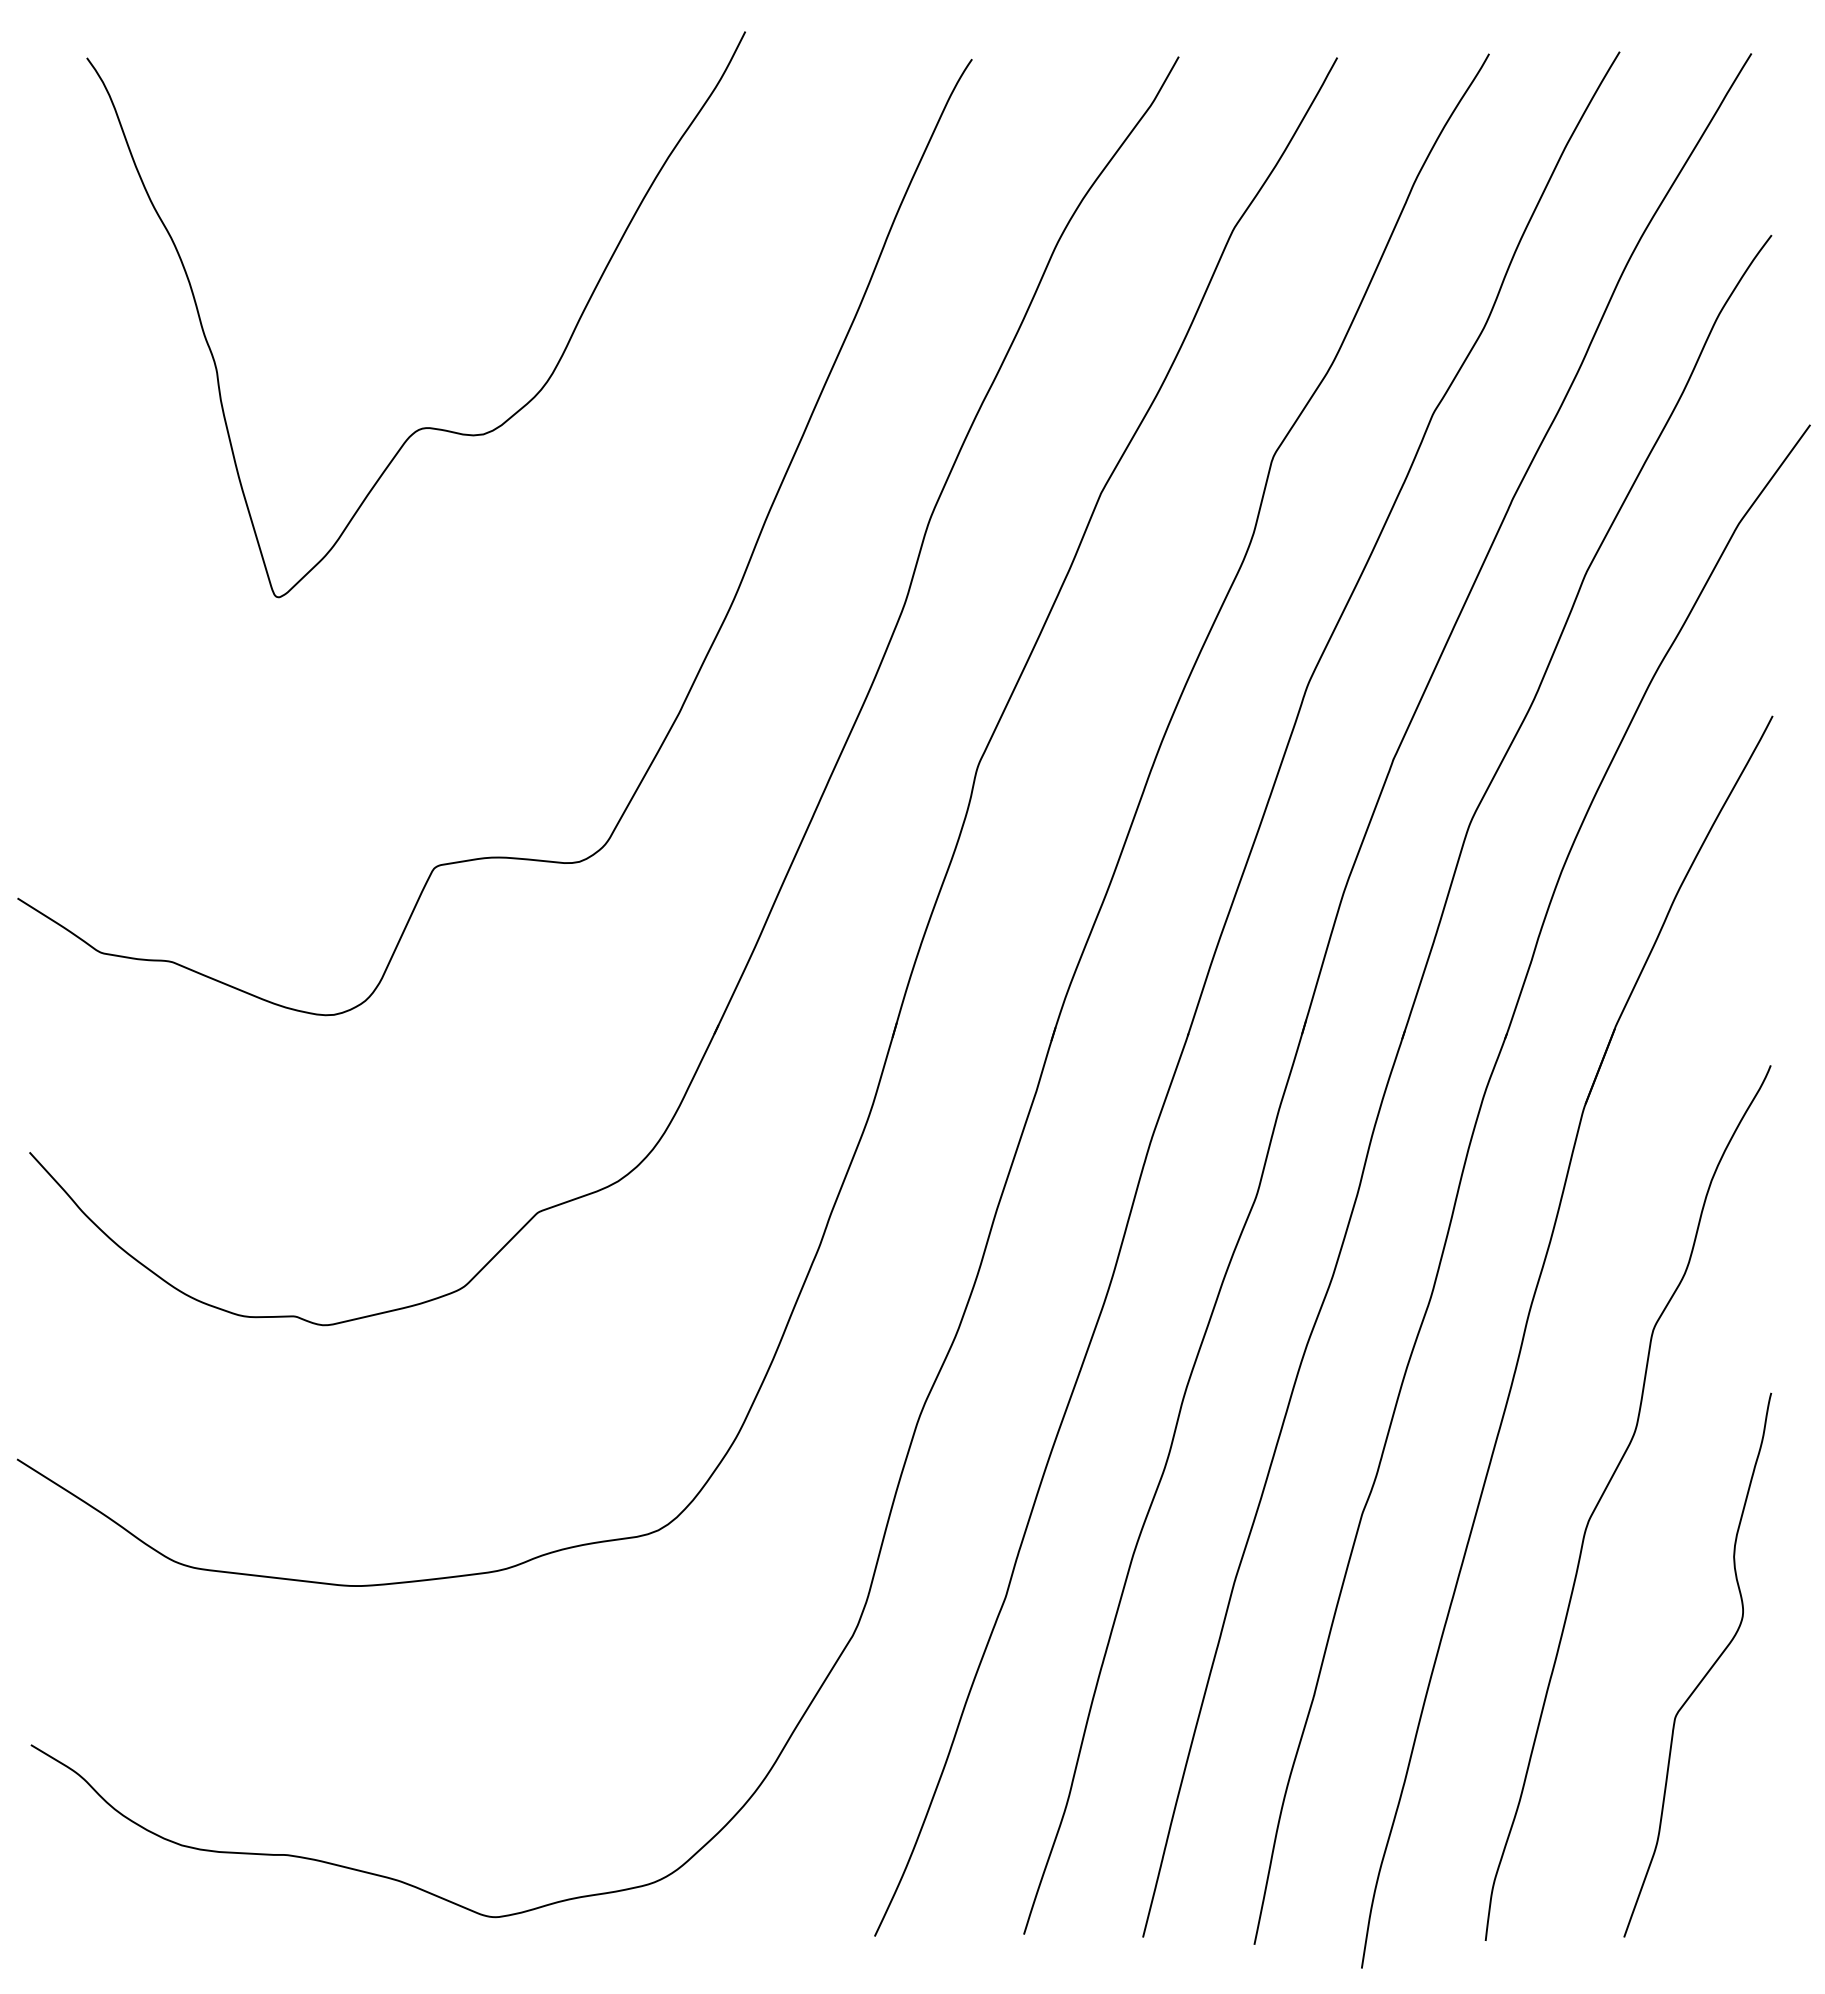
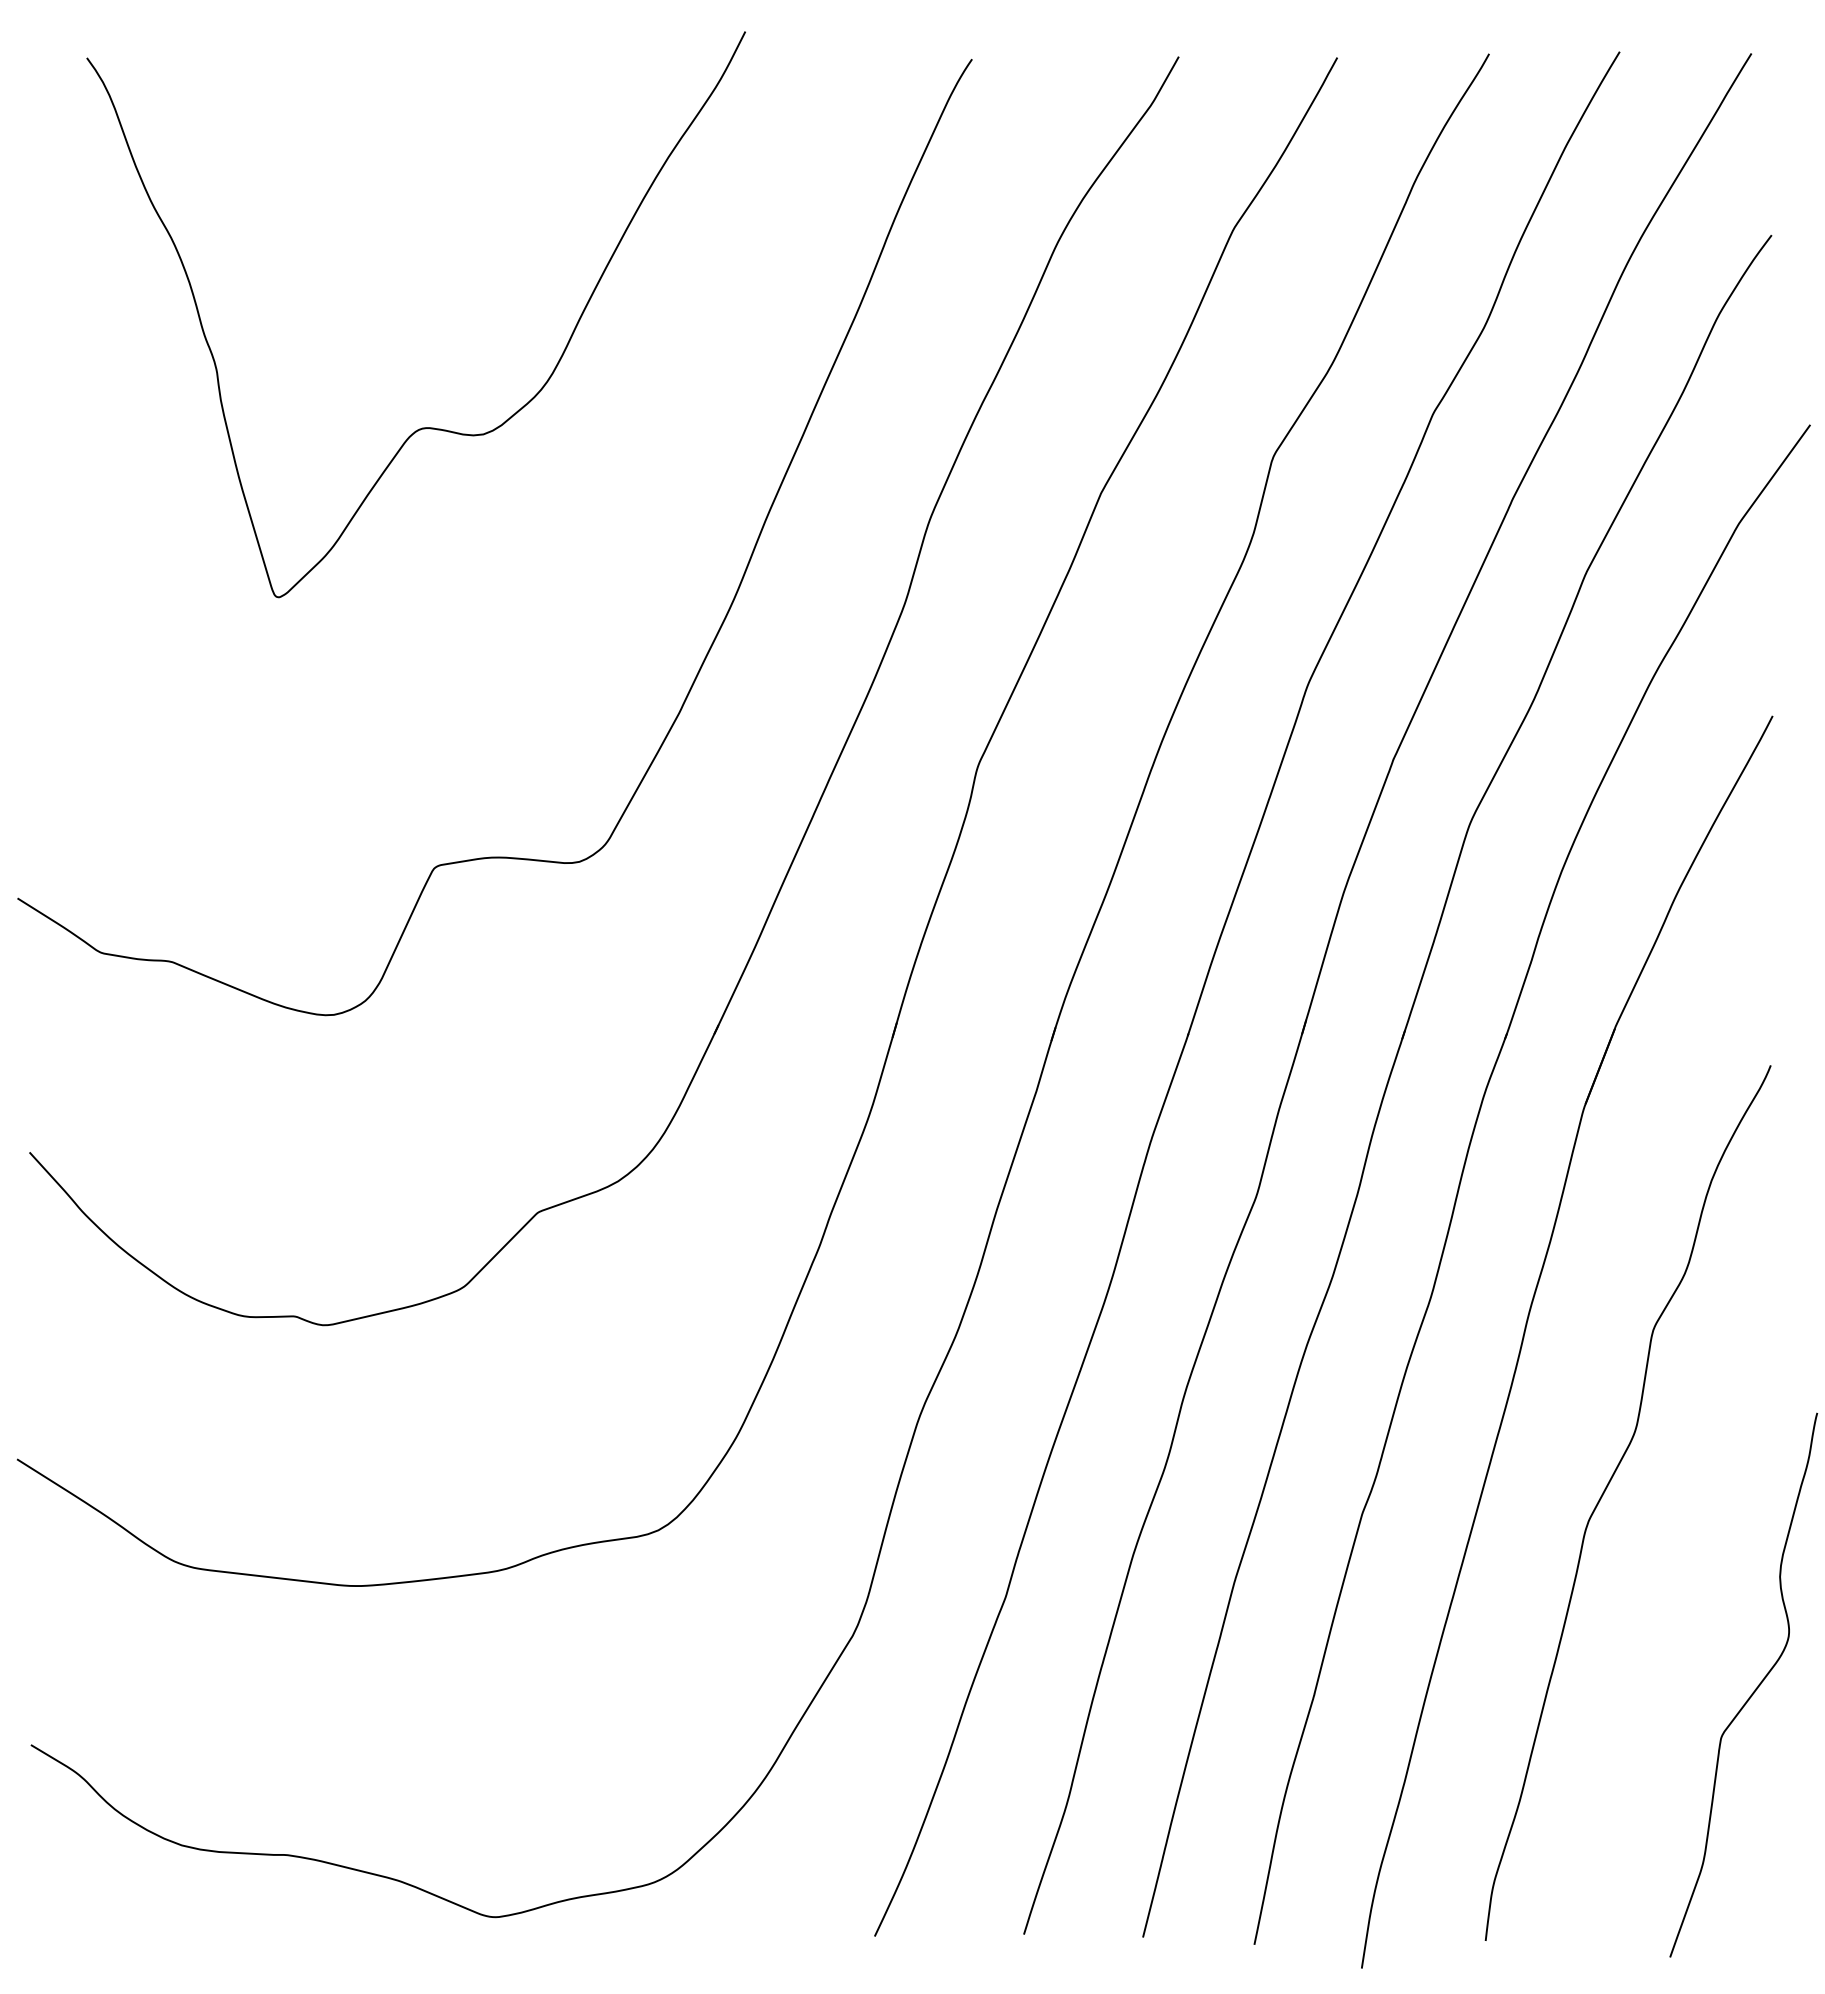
curve at (1706, 1672) position: (1706, 1672) -> (1752, 1692)
